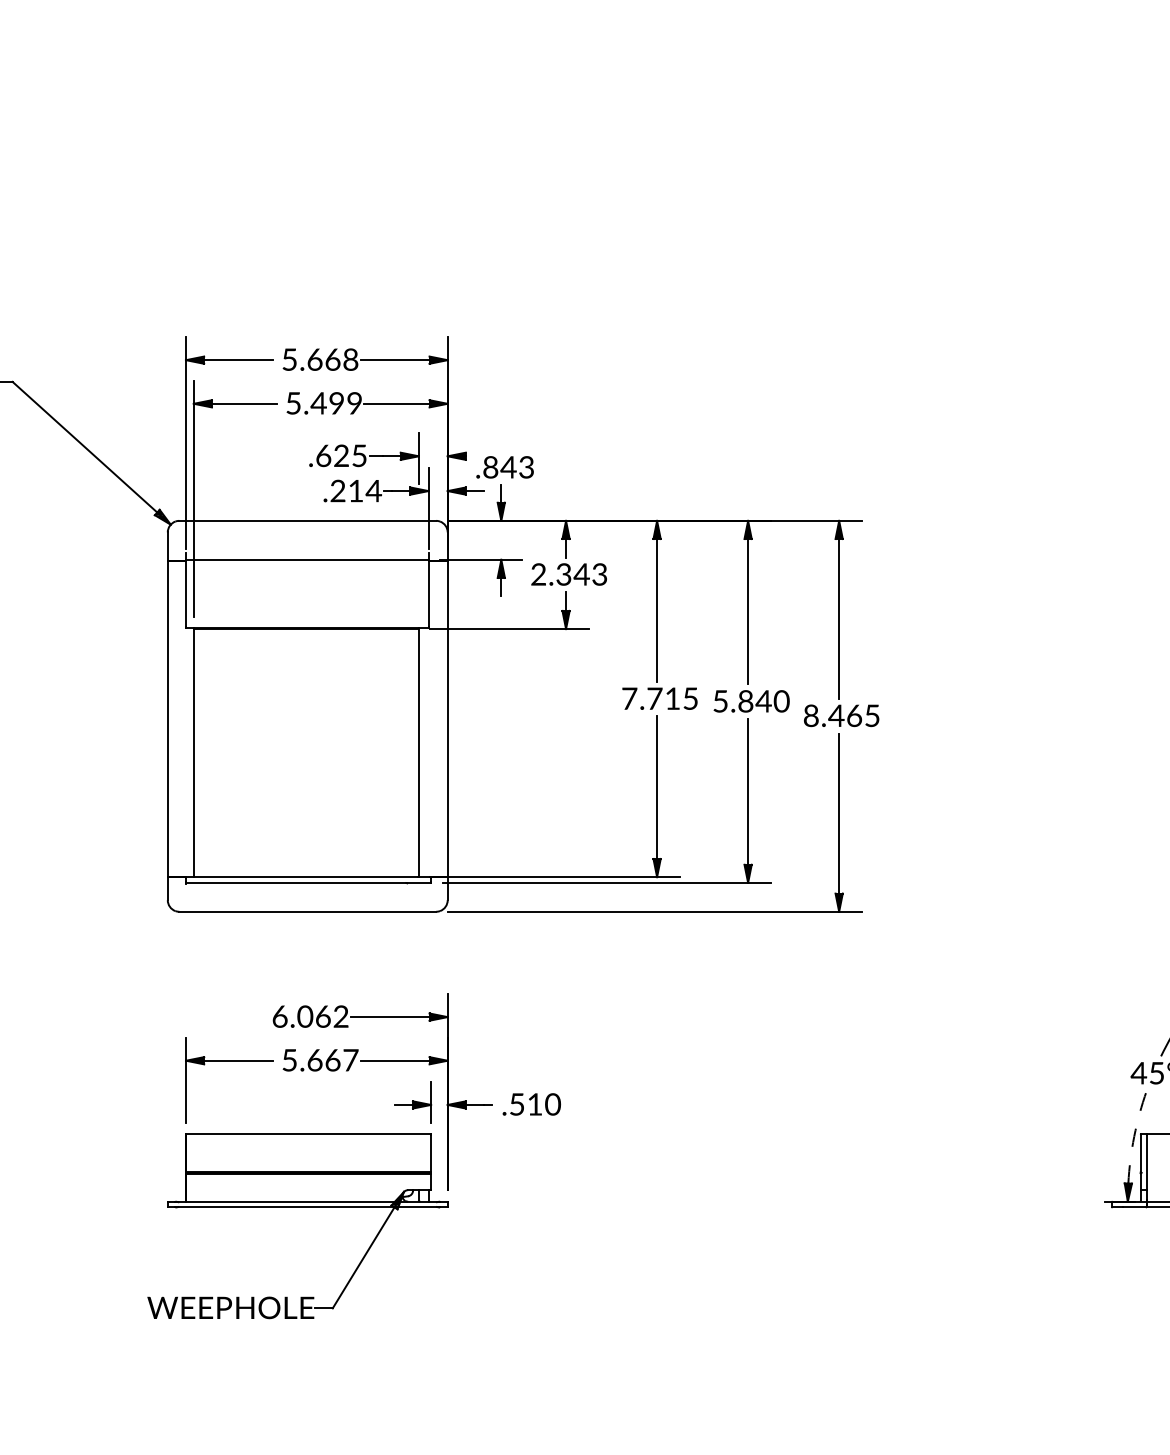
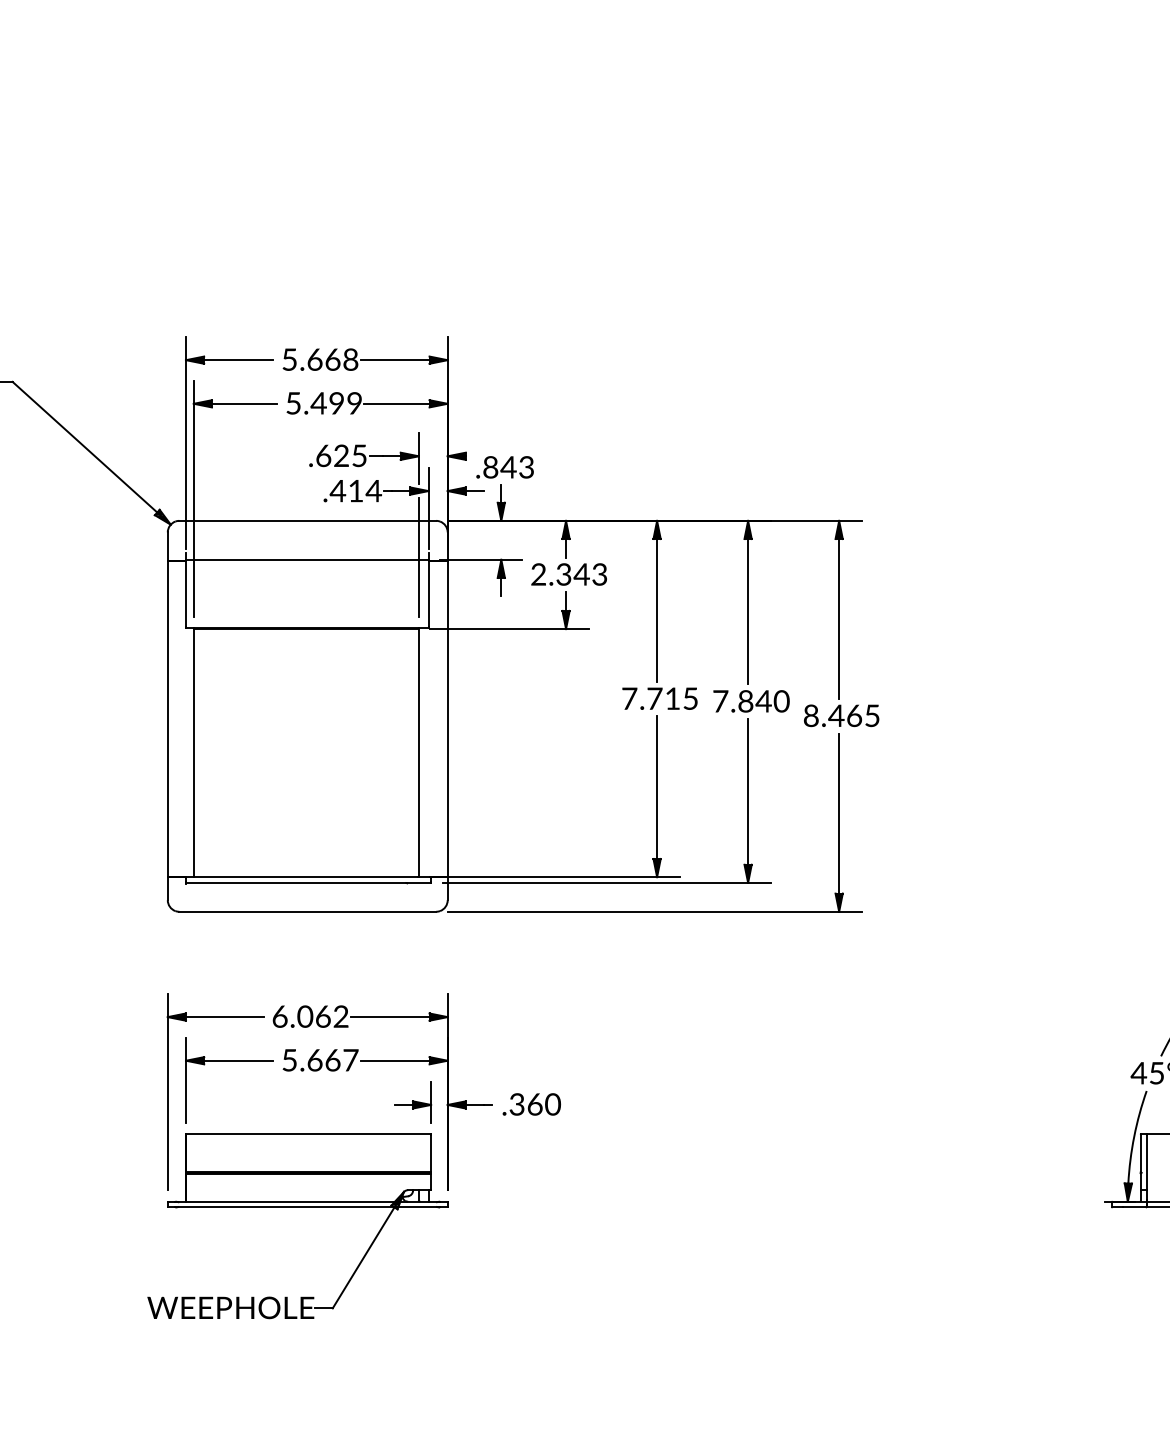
text at (337, 490): .214 -> .414
line at (418, 557): none -> present
text at (720, 701): 5.840 -> 7.840
part at (168, 1091): none -> present
text at (525, 1104): .510 -> .360
arc at (1134, 1136): dashed -> solid
